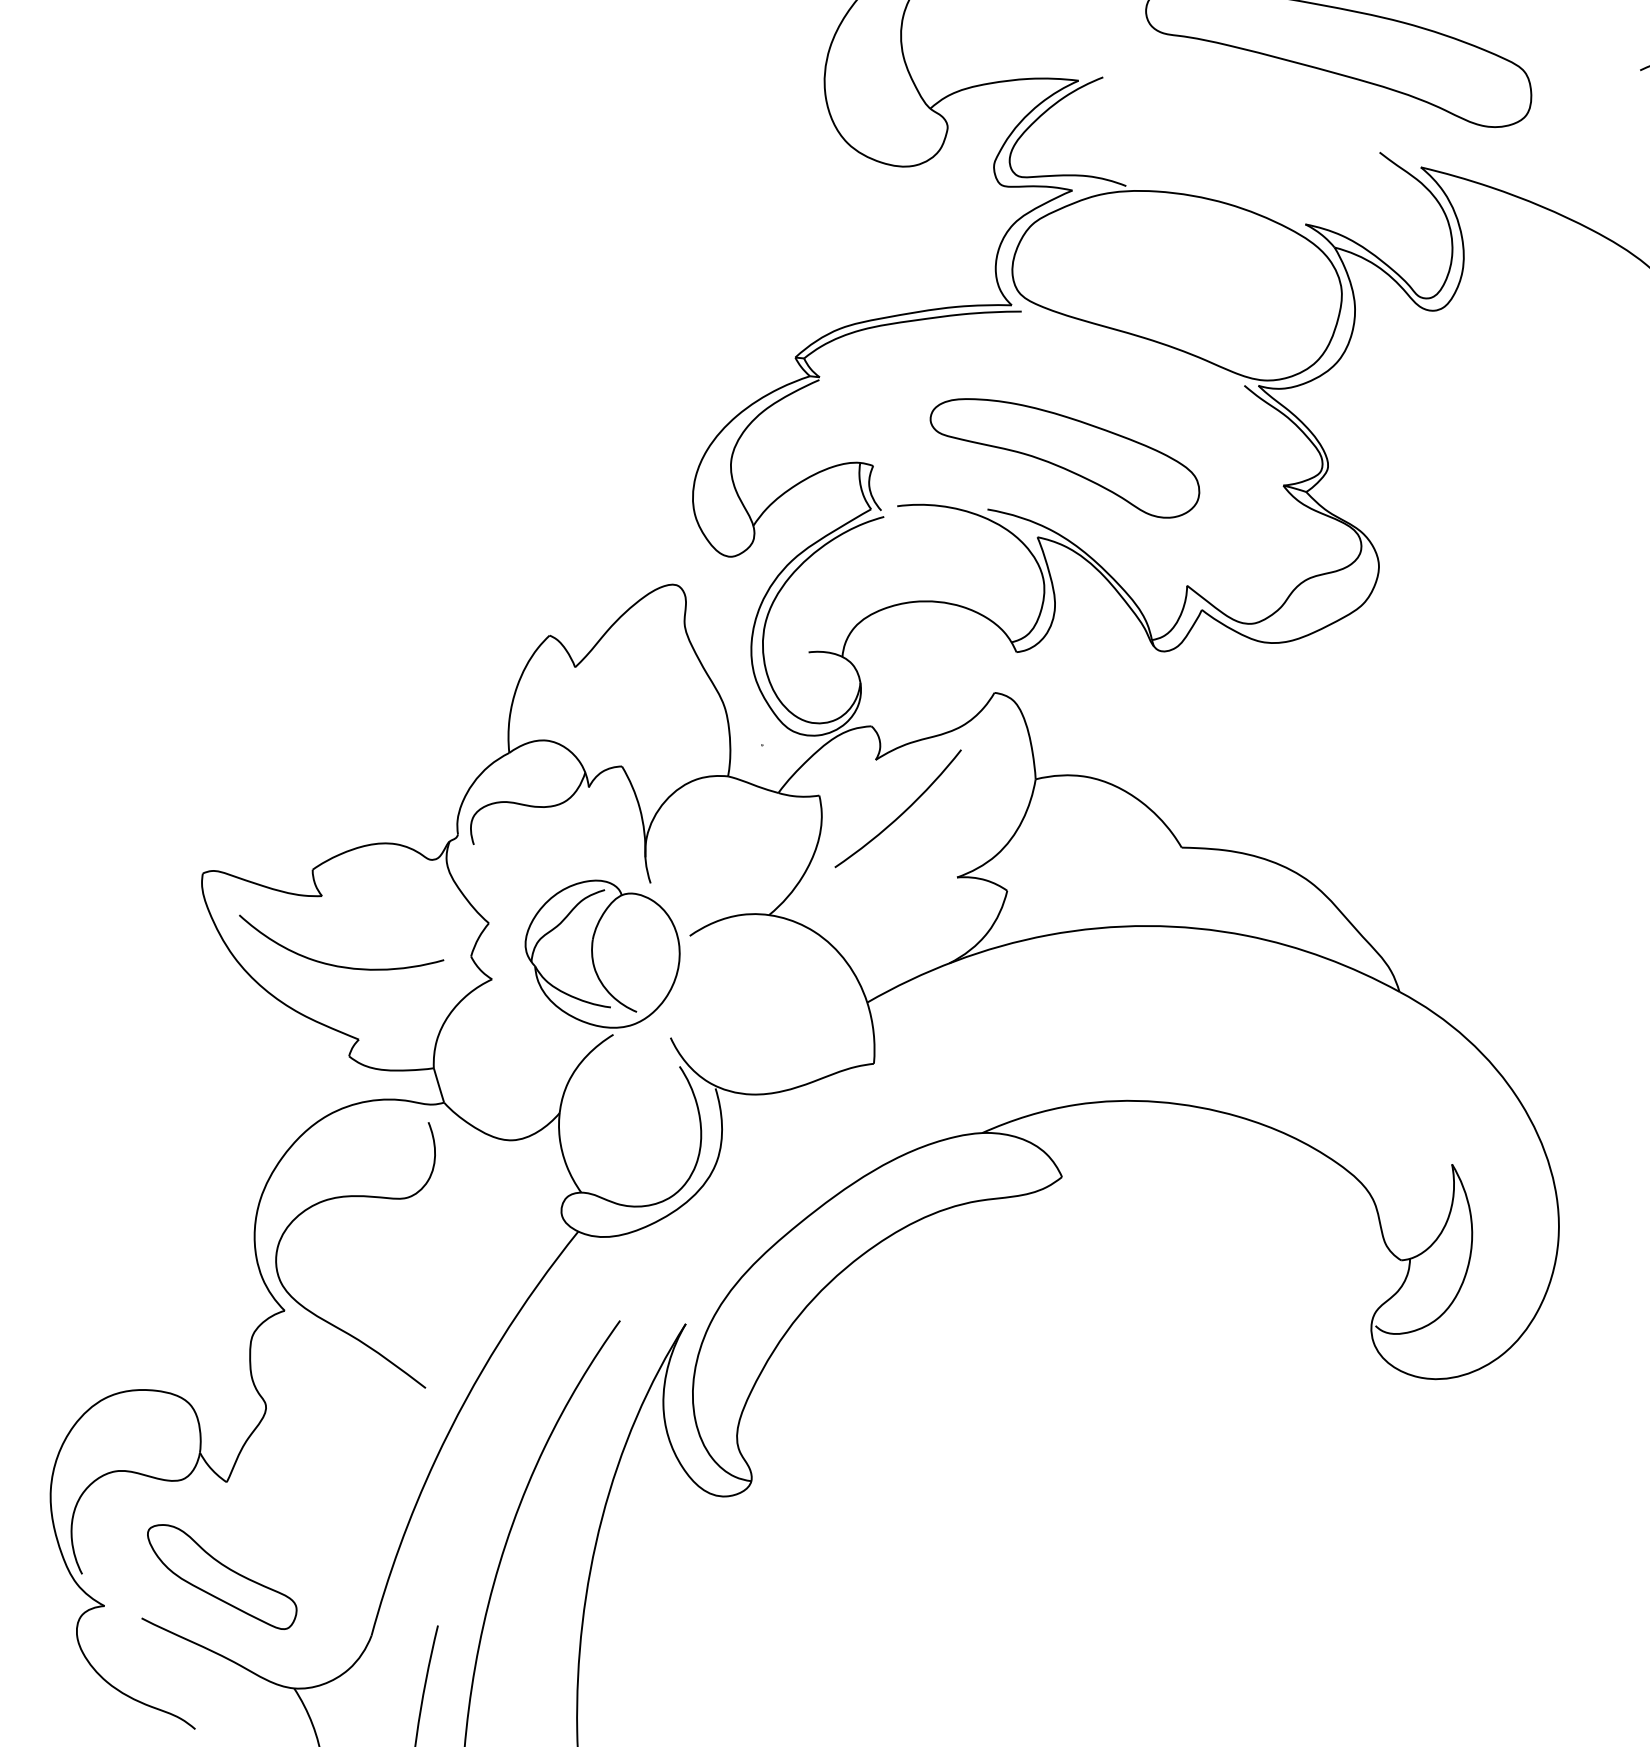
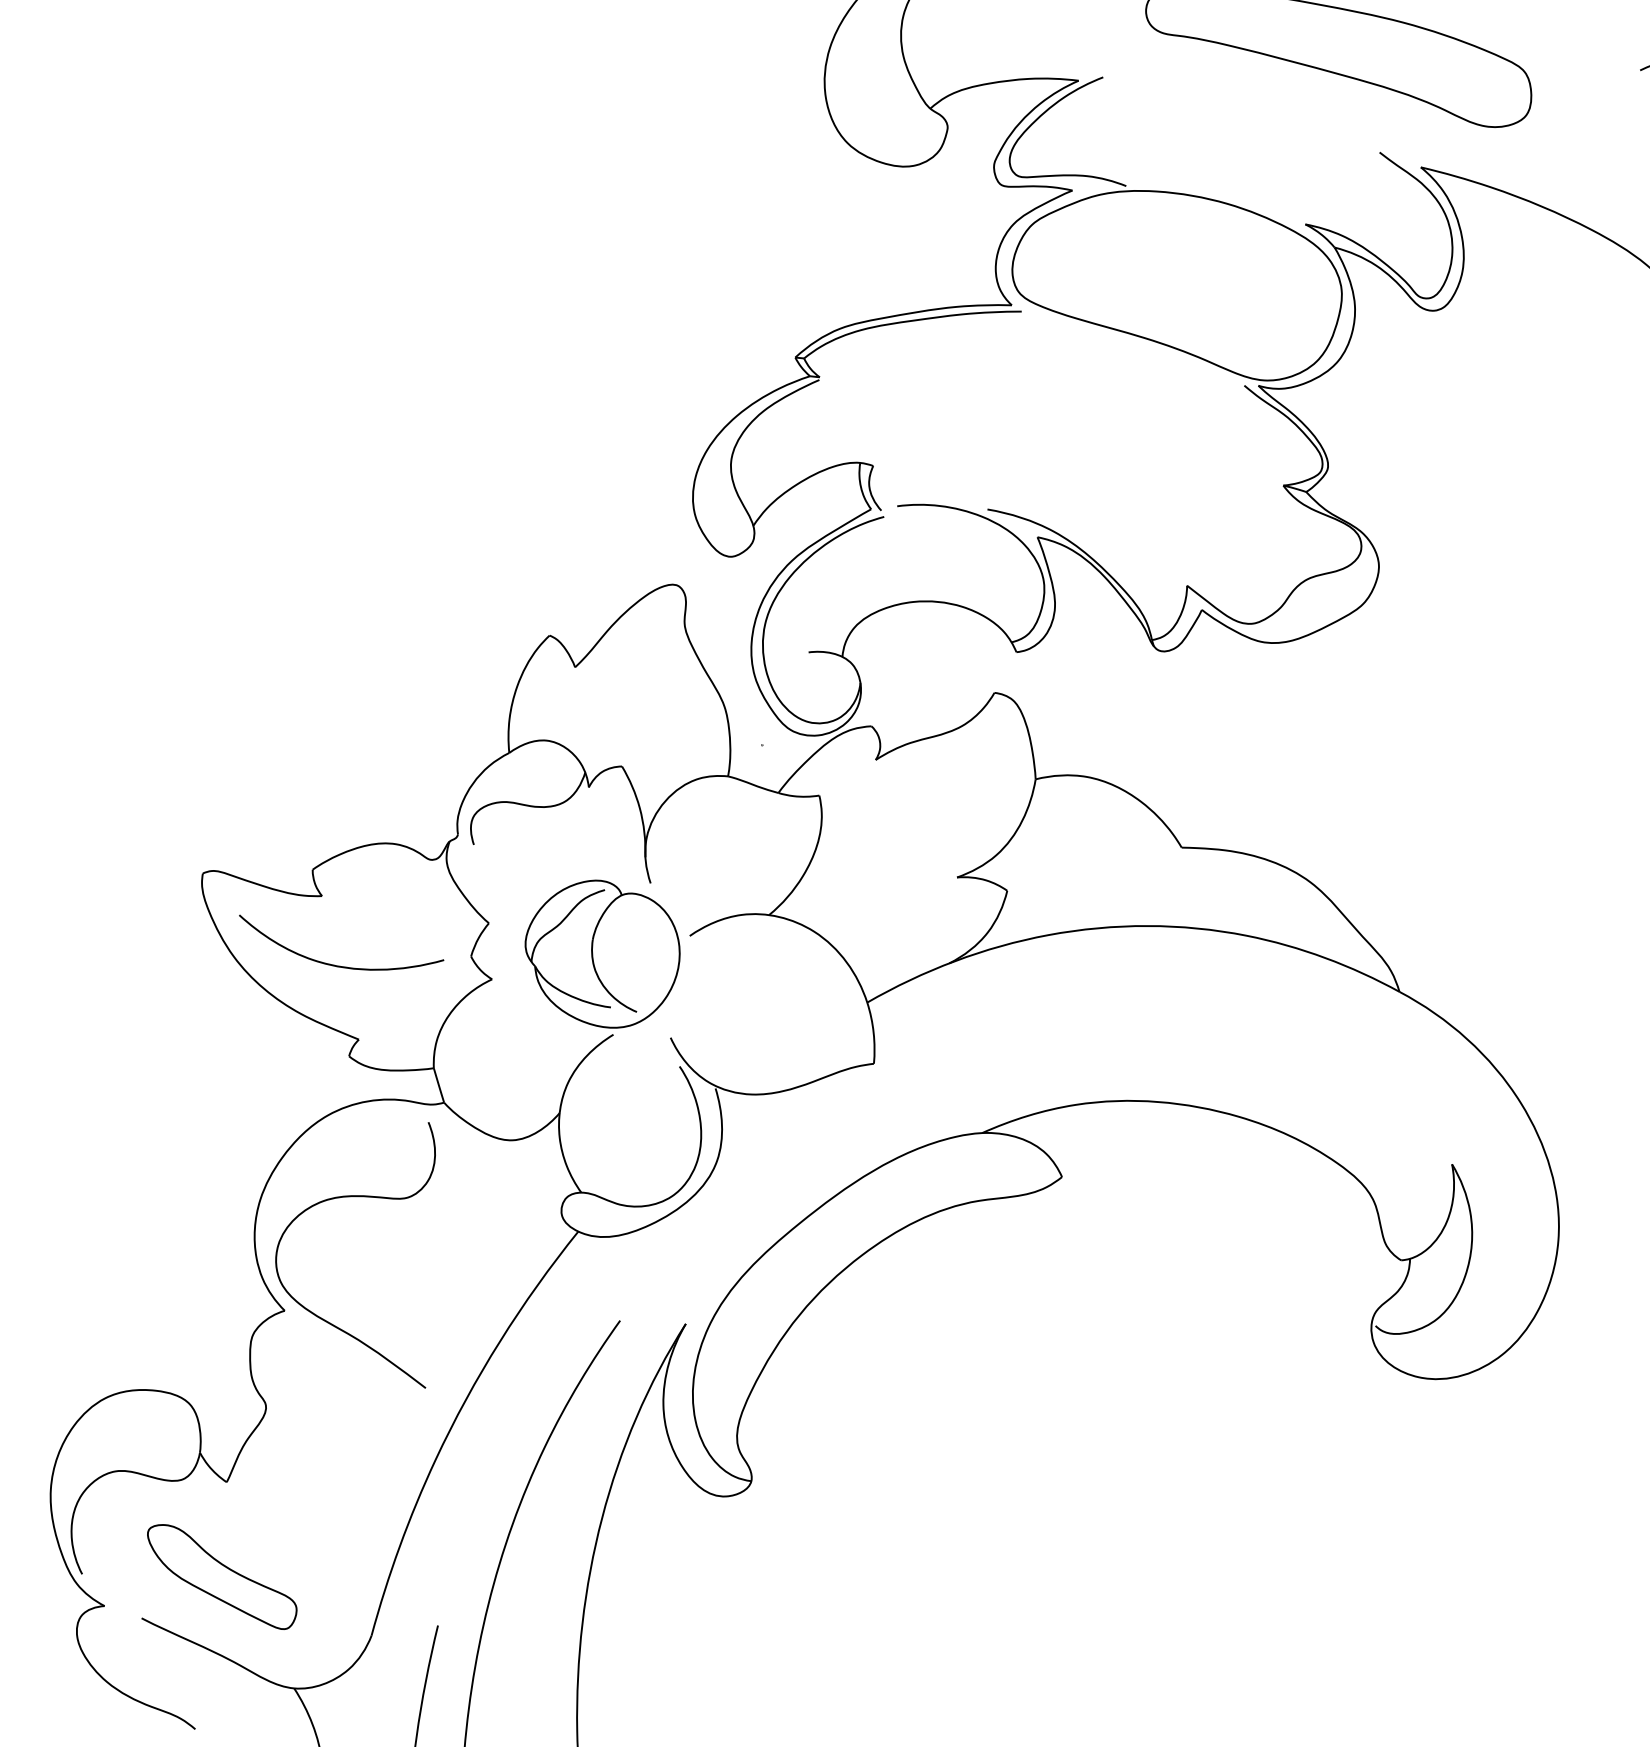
part at (1064, 458): present -> none
curve at (902, 812): present -> none
